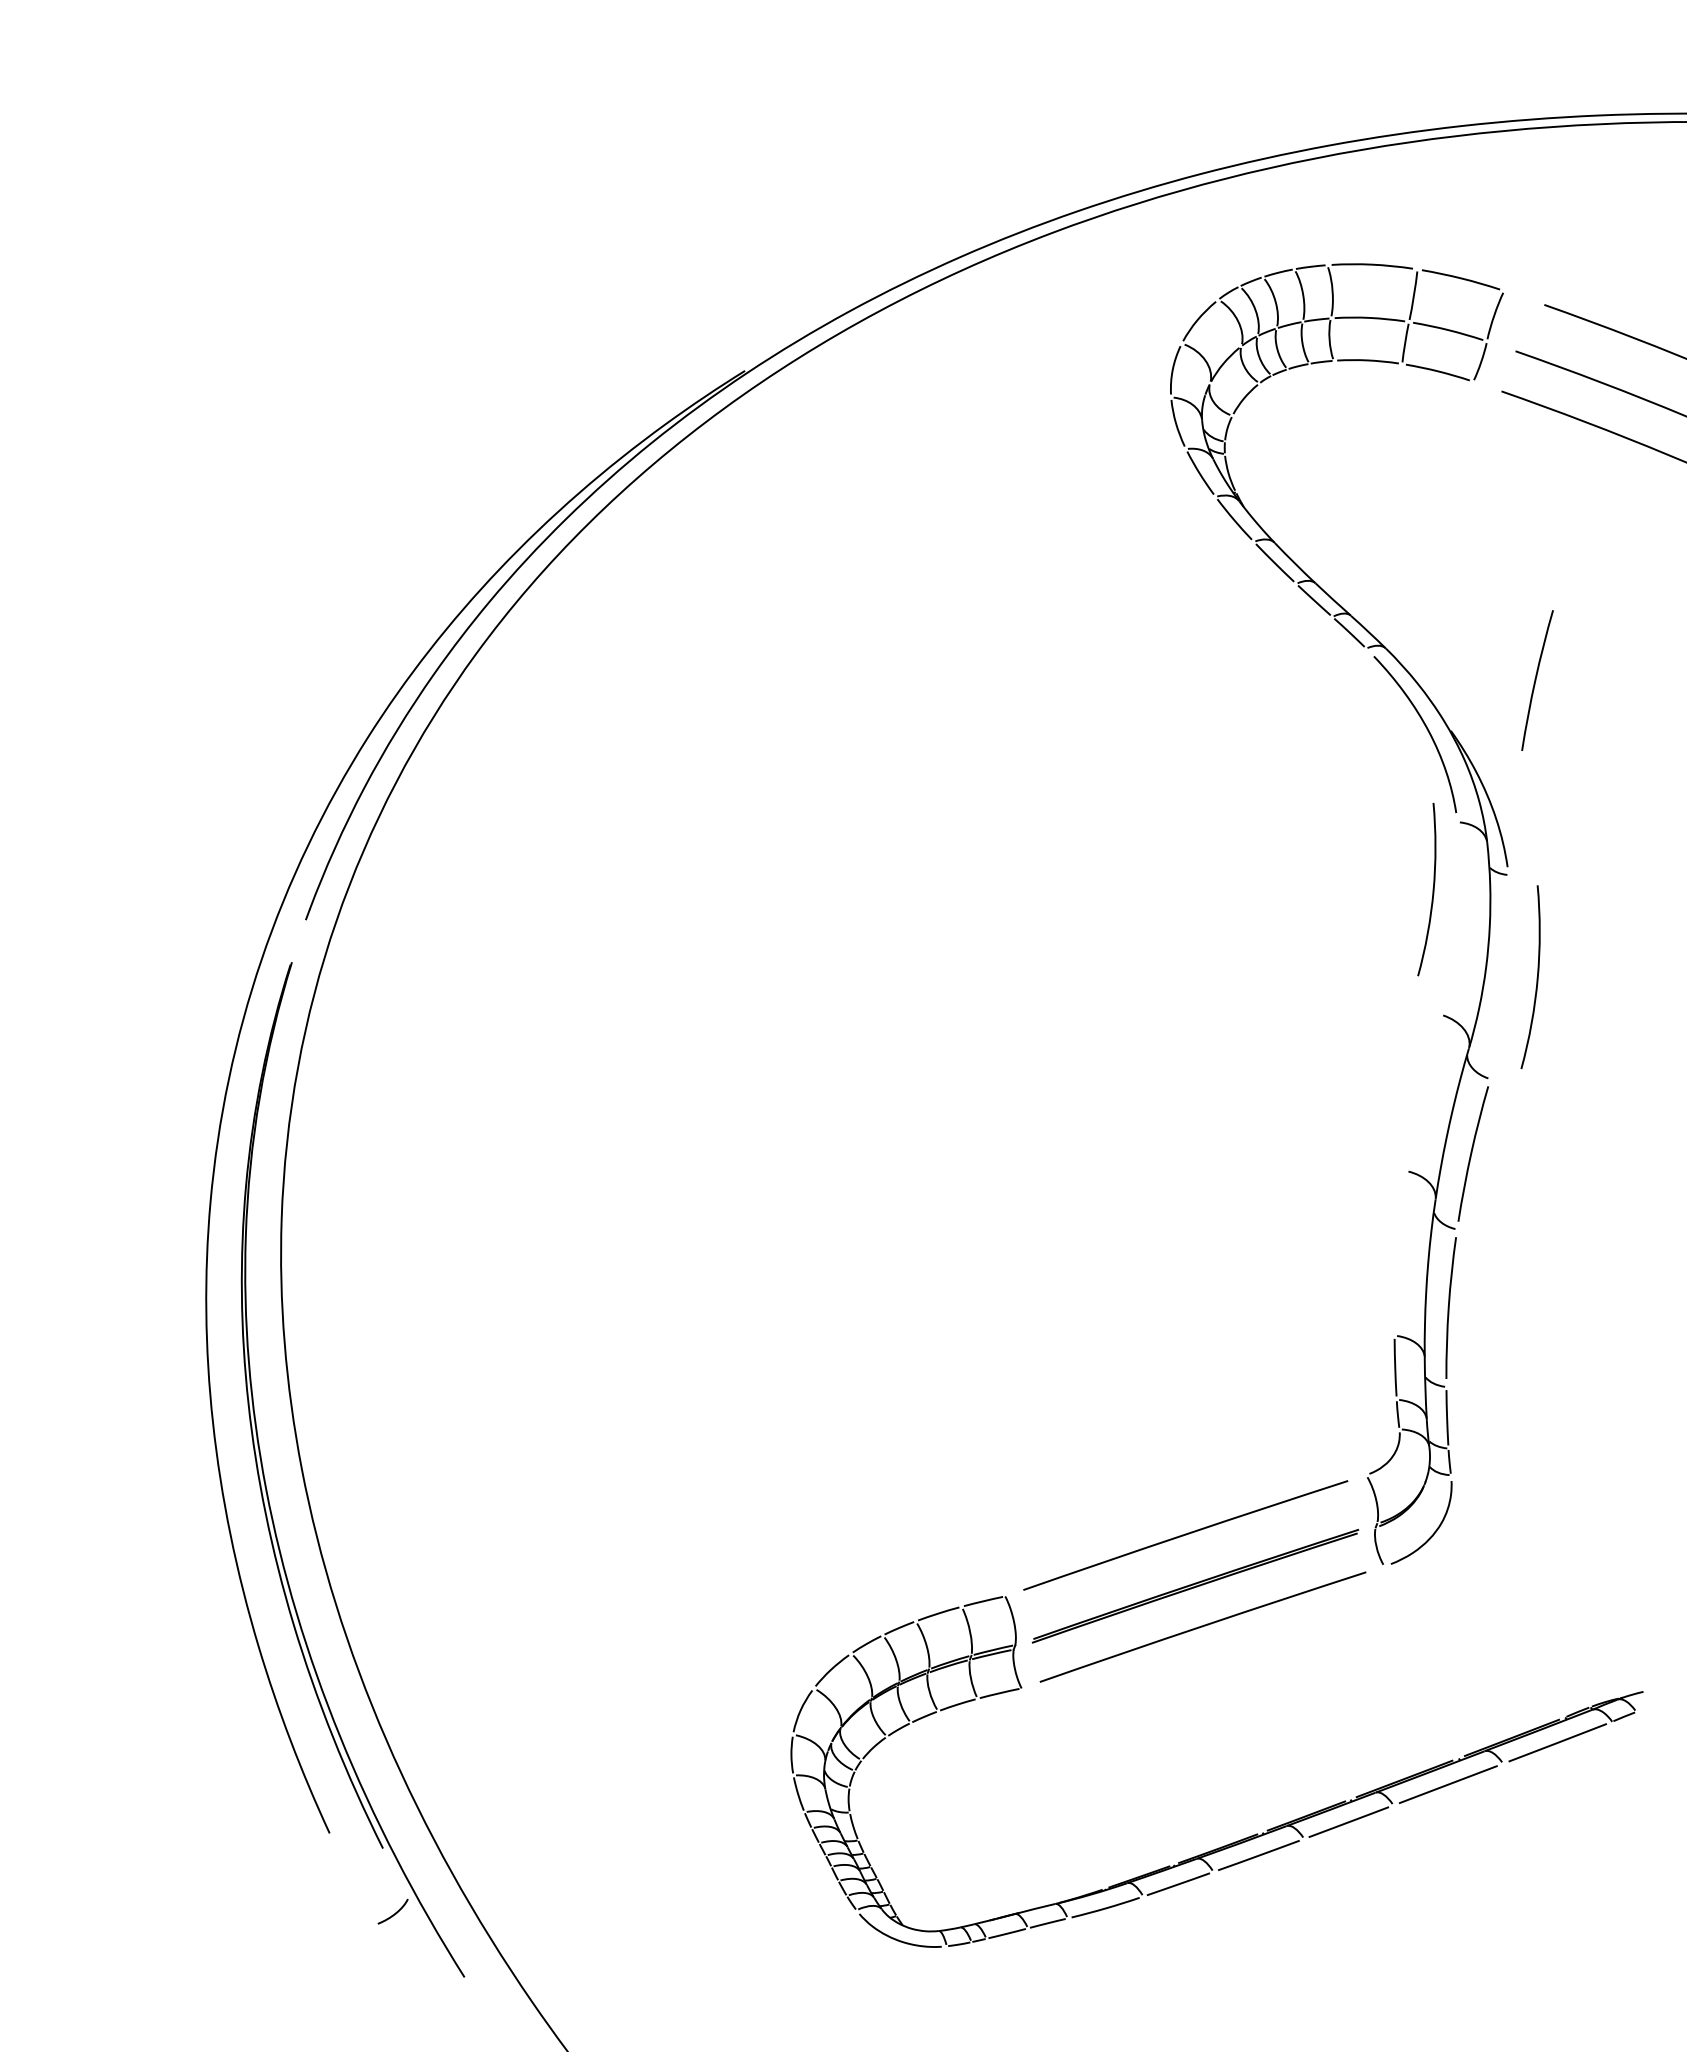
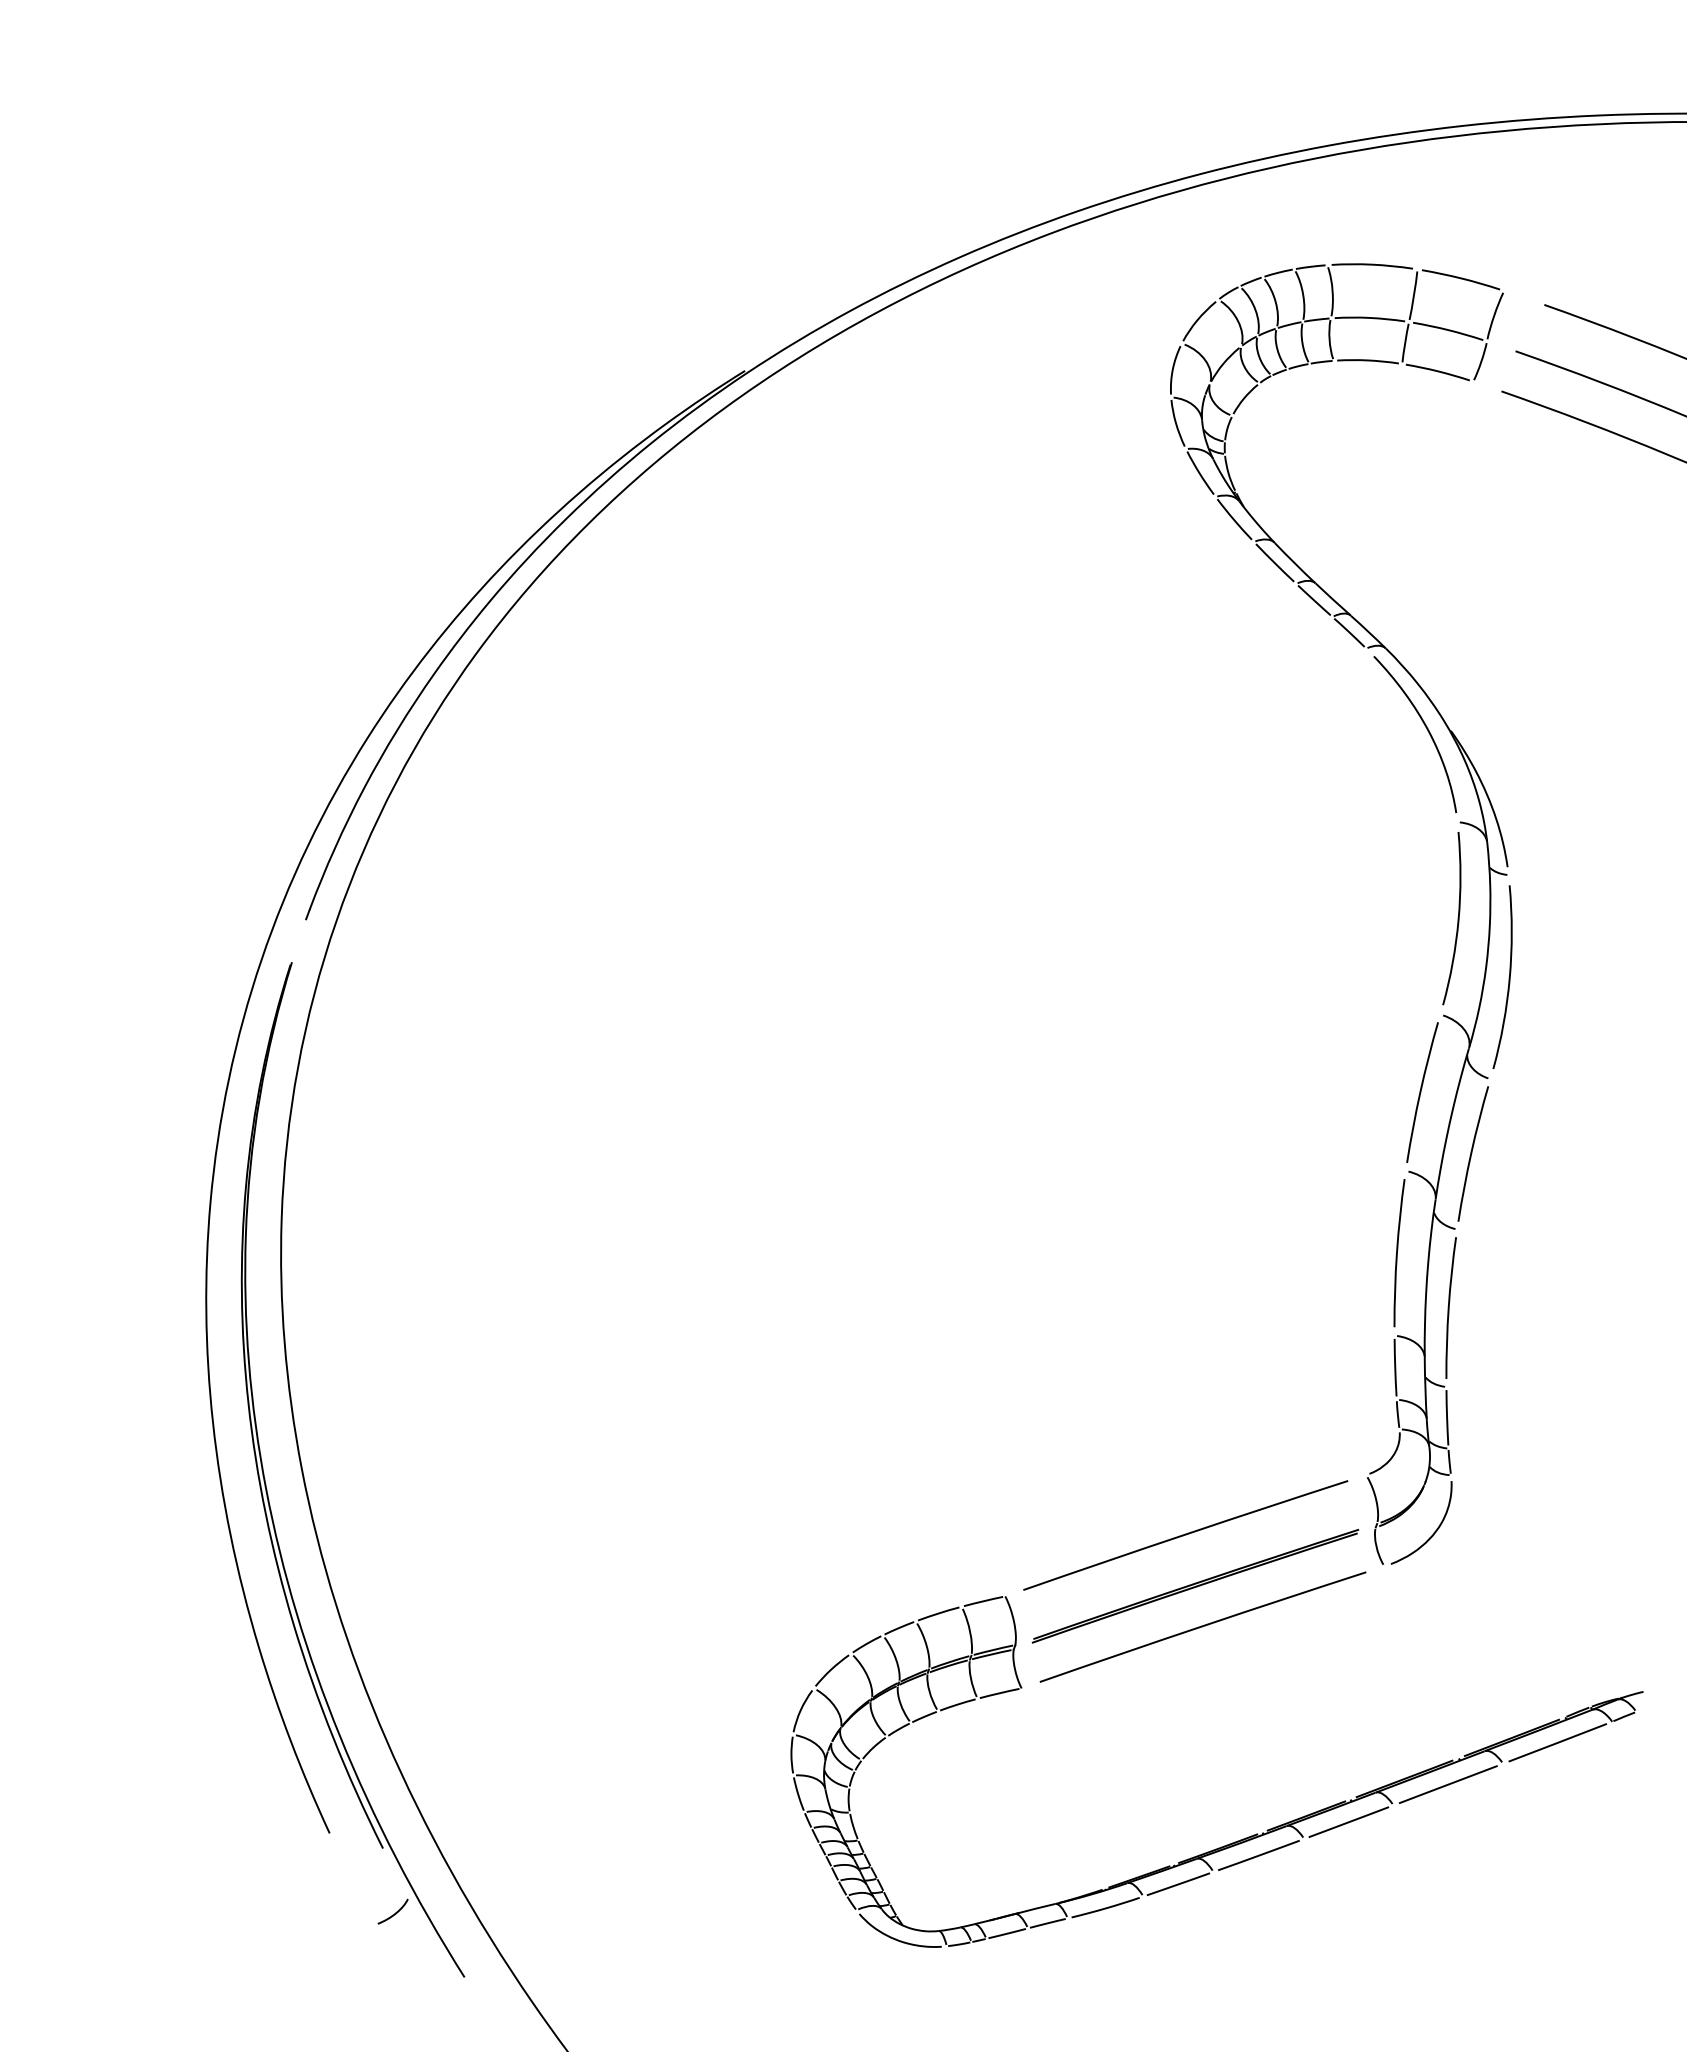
curve at (1536, 680) position: (1536, 680) -> (1421, 1092)
curve at (1432, 889) position: (1432, 889) -> (1457, 918)
curve at (1536, 977) position: (1536, 977) -> (1508, 977)
curve at (1397, 1253): none -> present
